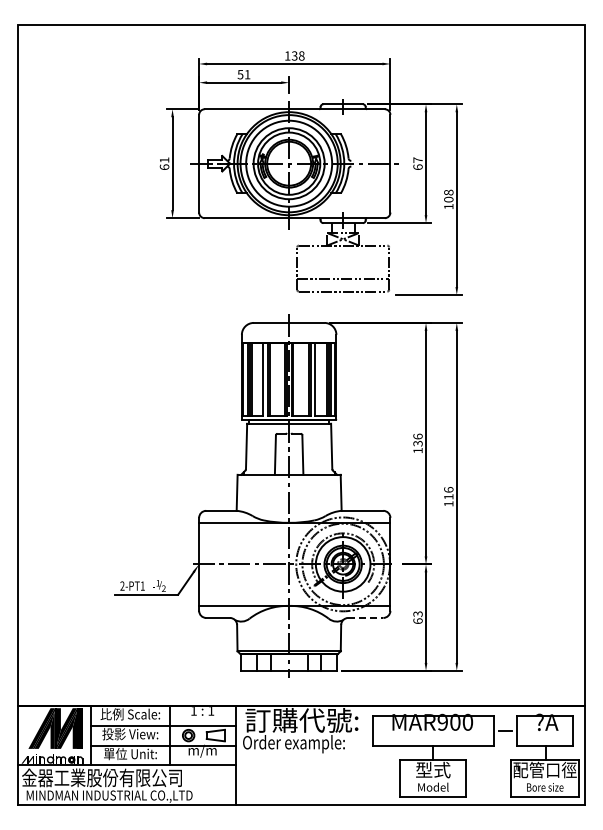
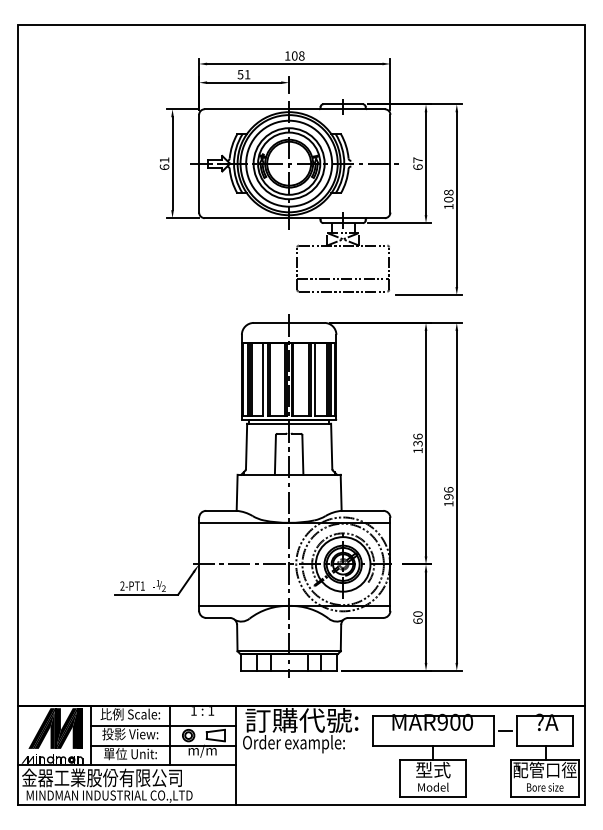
text at (294, 55): 138 -> 108
text at (448, 496): 116 -> 196
text at (417, 613): 63 -> 60
line at (365, 617): dashed -> solid
